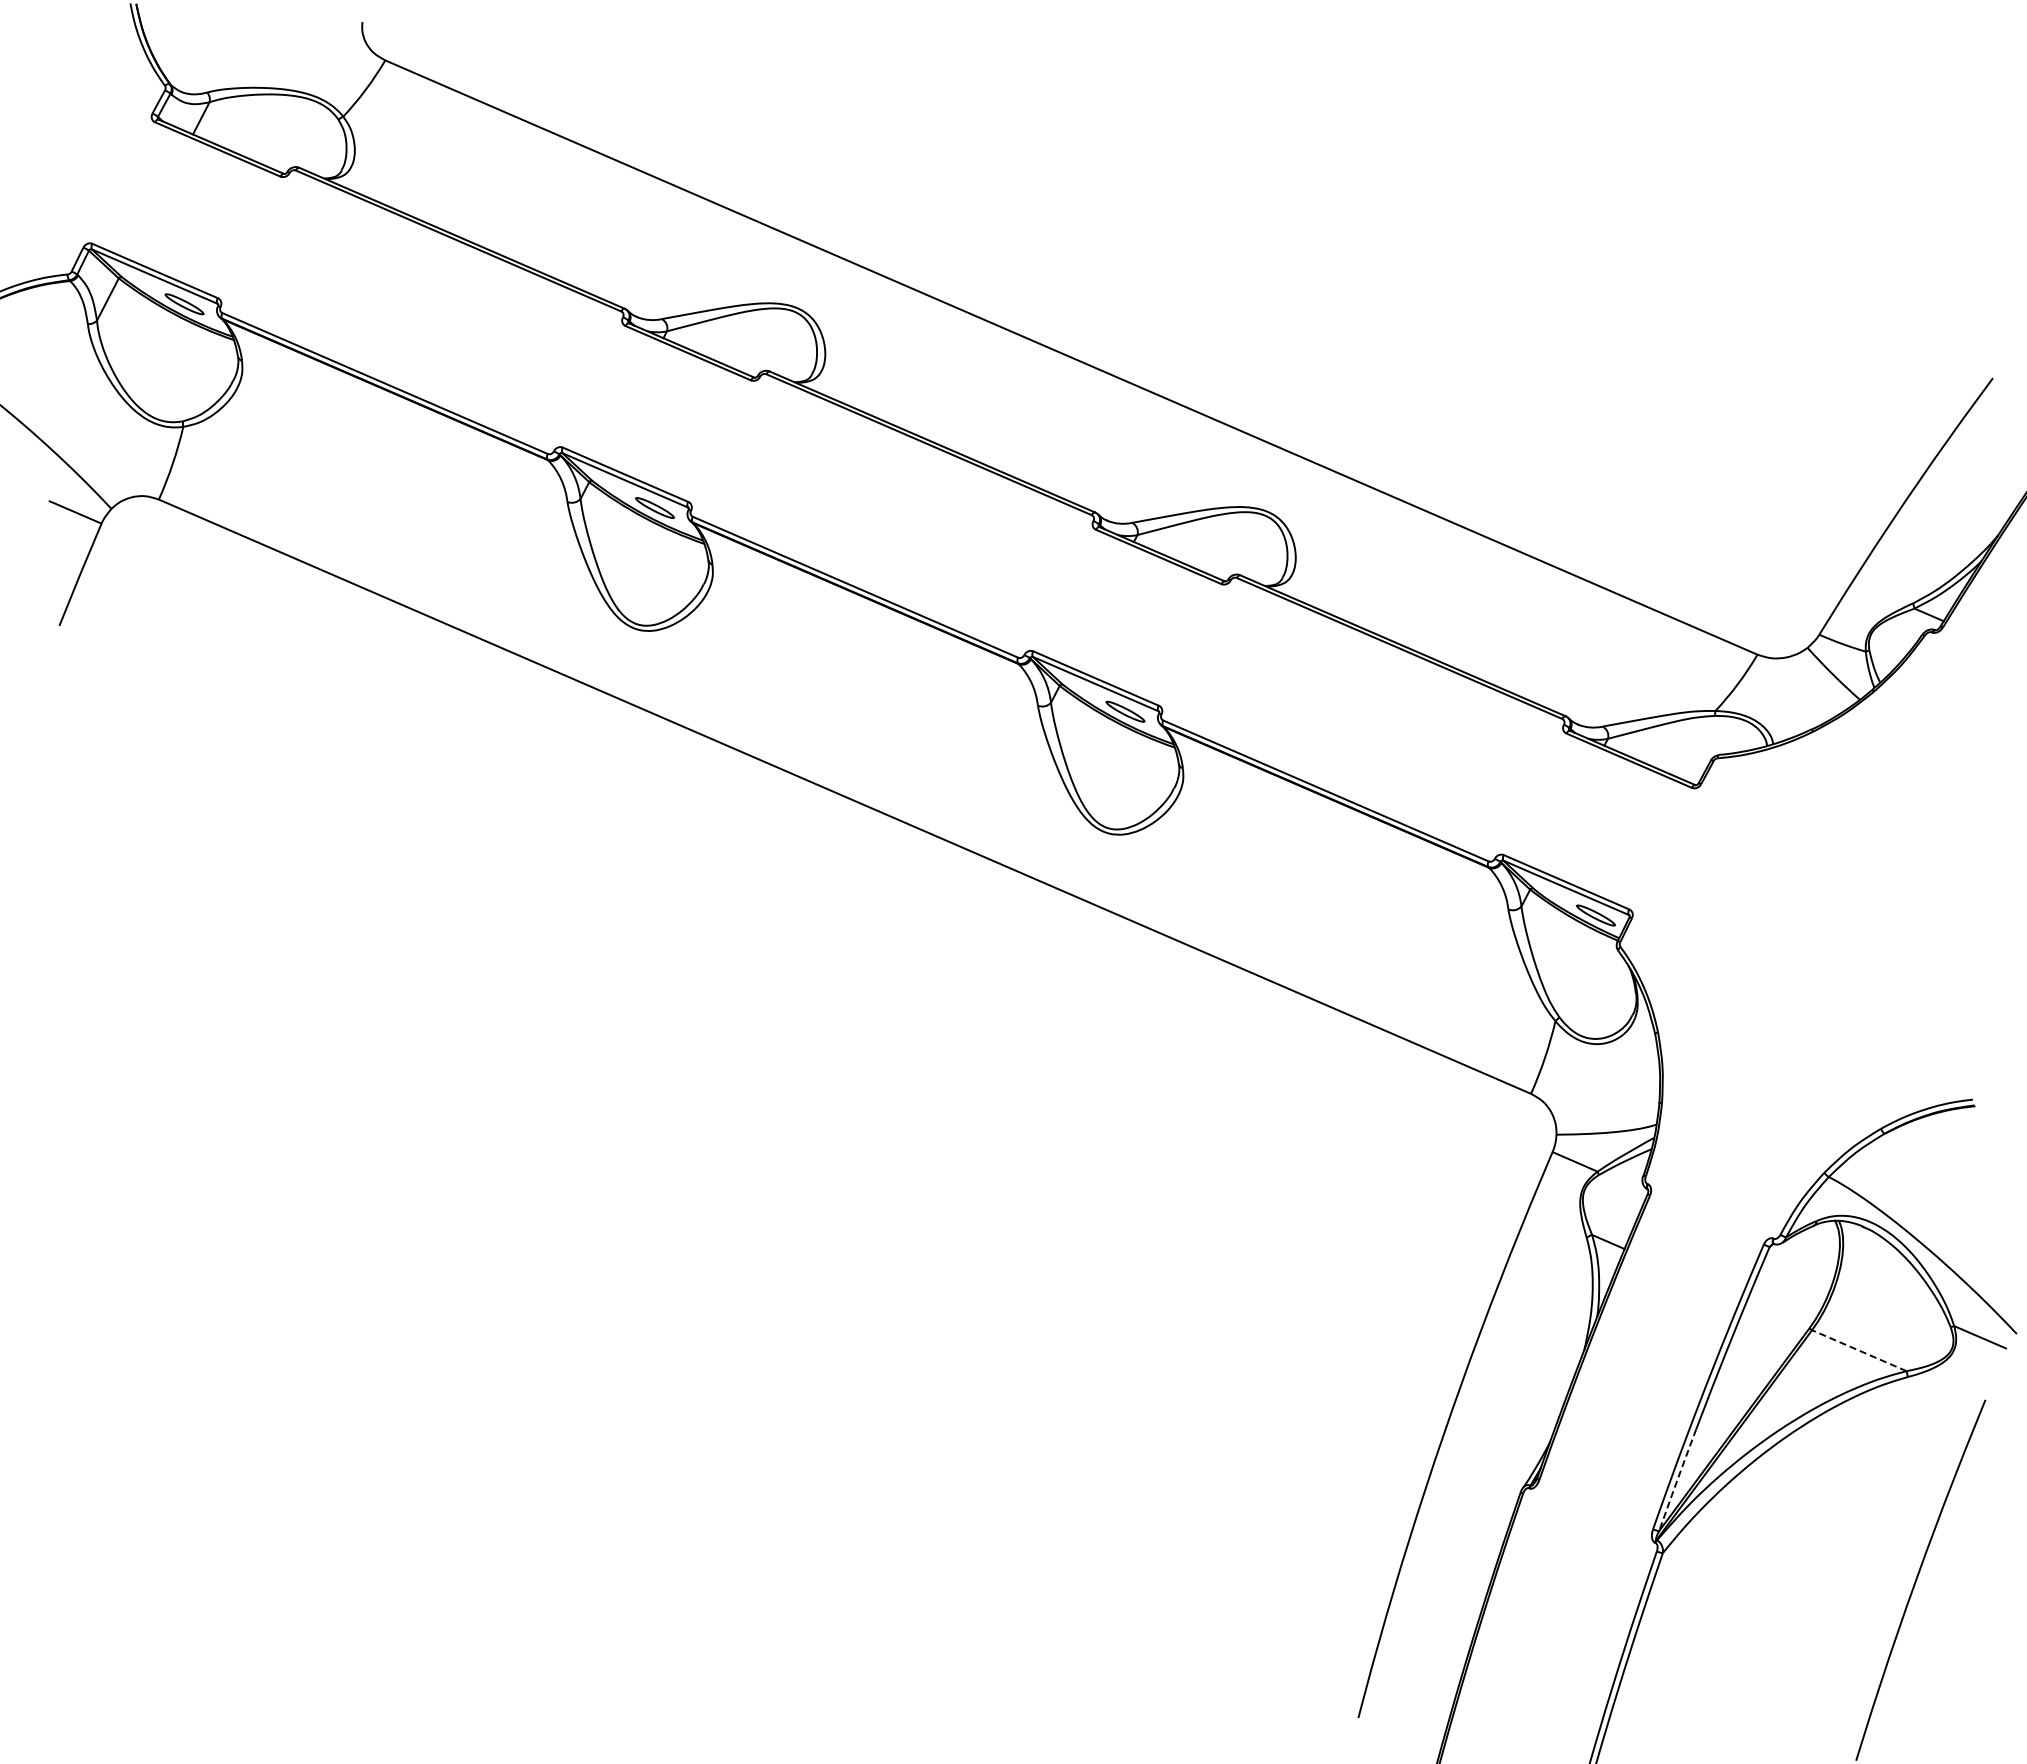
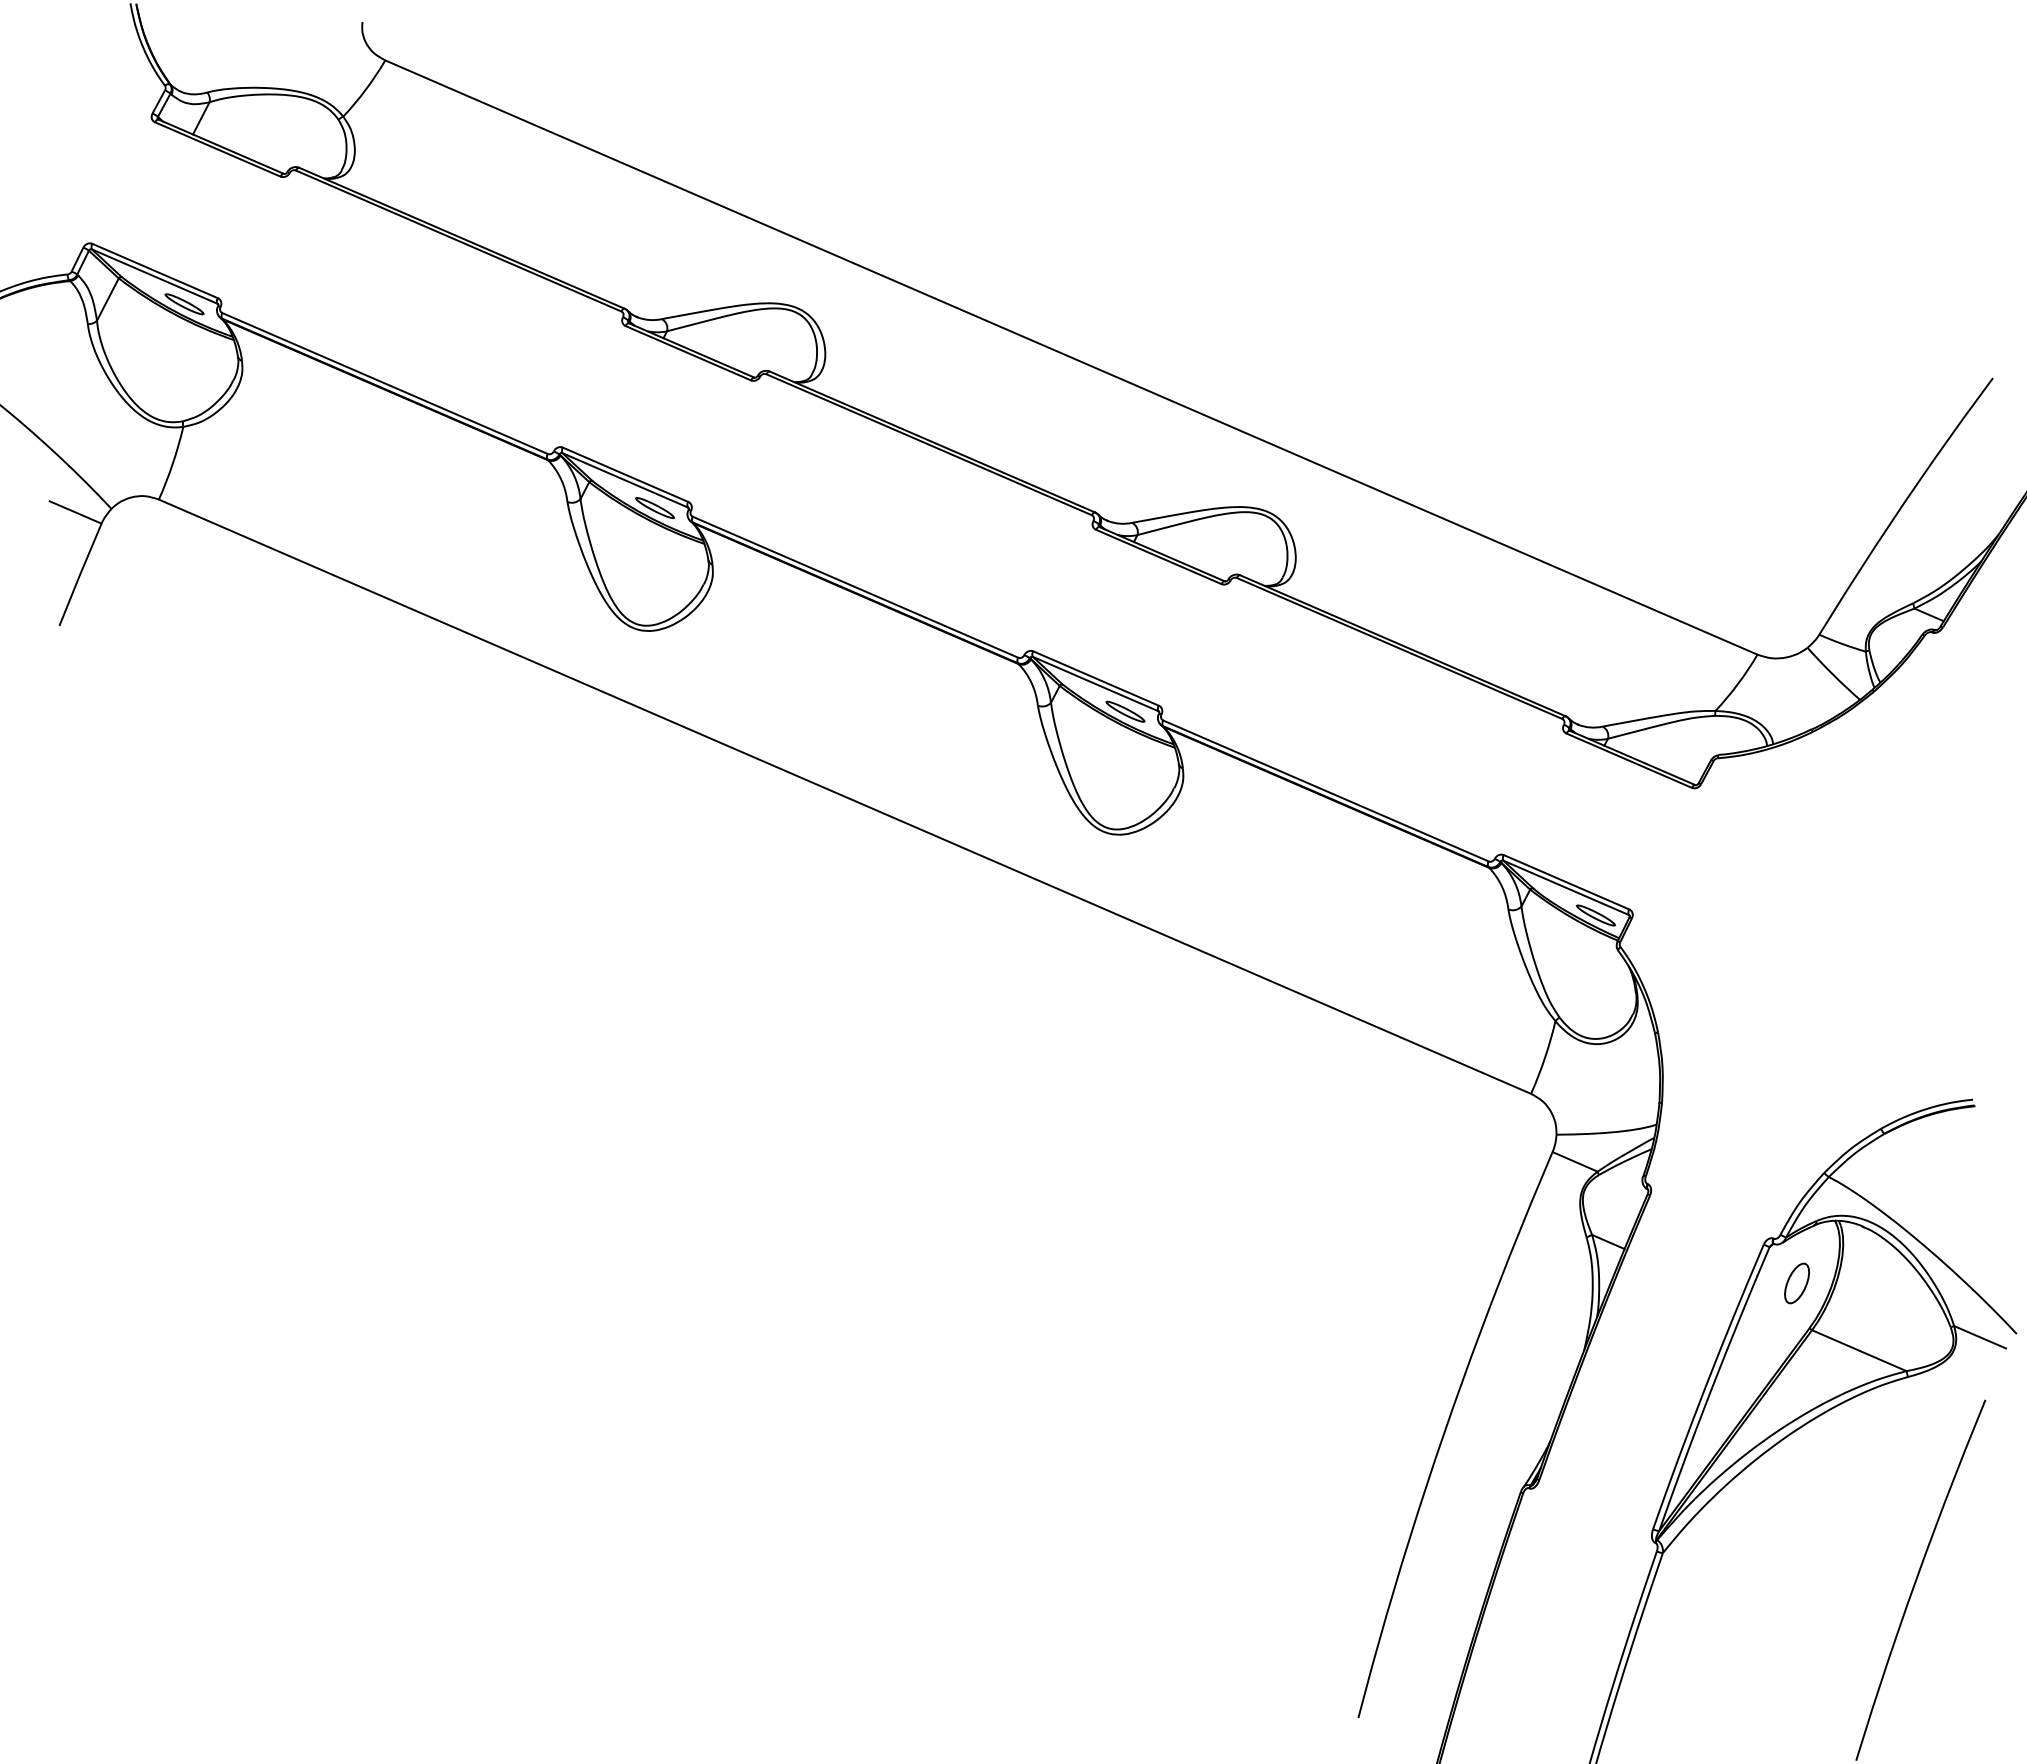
part at (1796, 1283): none -> present
line at (1859, 1350): dashed -> solid
line at (1677, 1480): dashed -> solid
